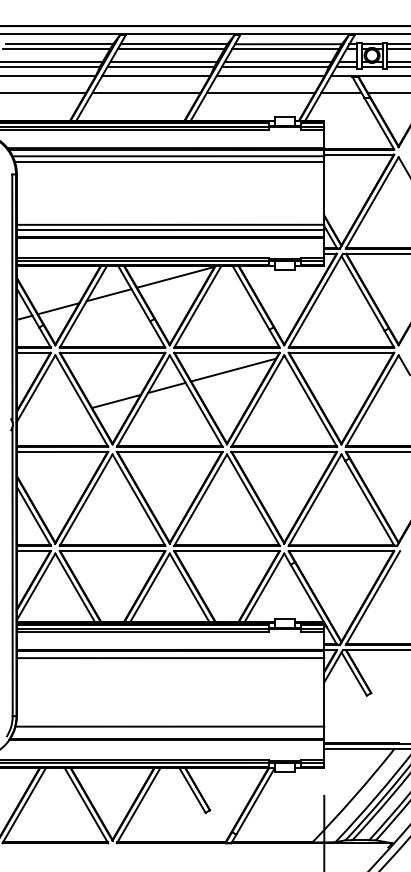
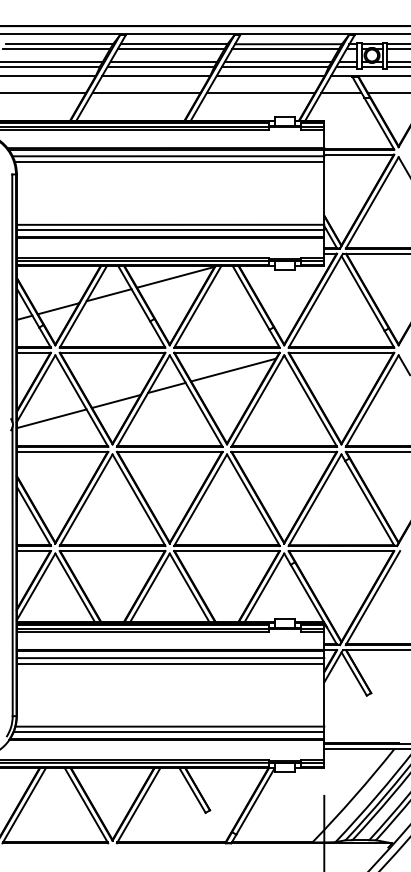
line at (51, 418): none -> present
line at (170, 663): none -> present
line at (168, 732): none -> present
